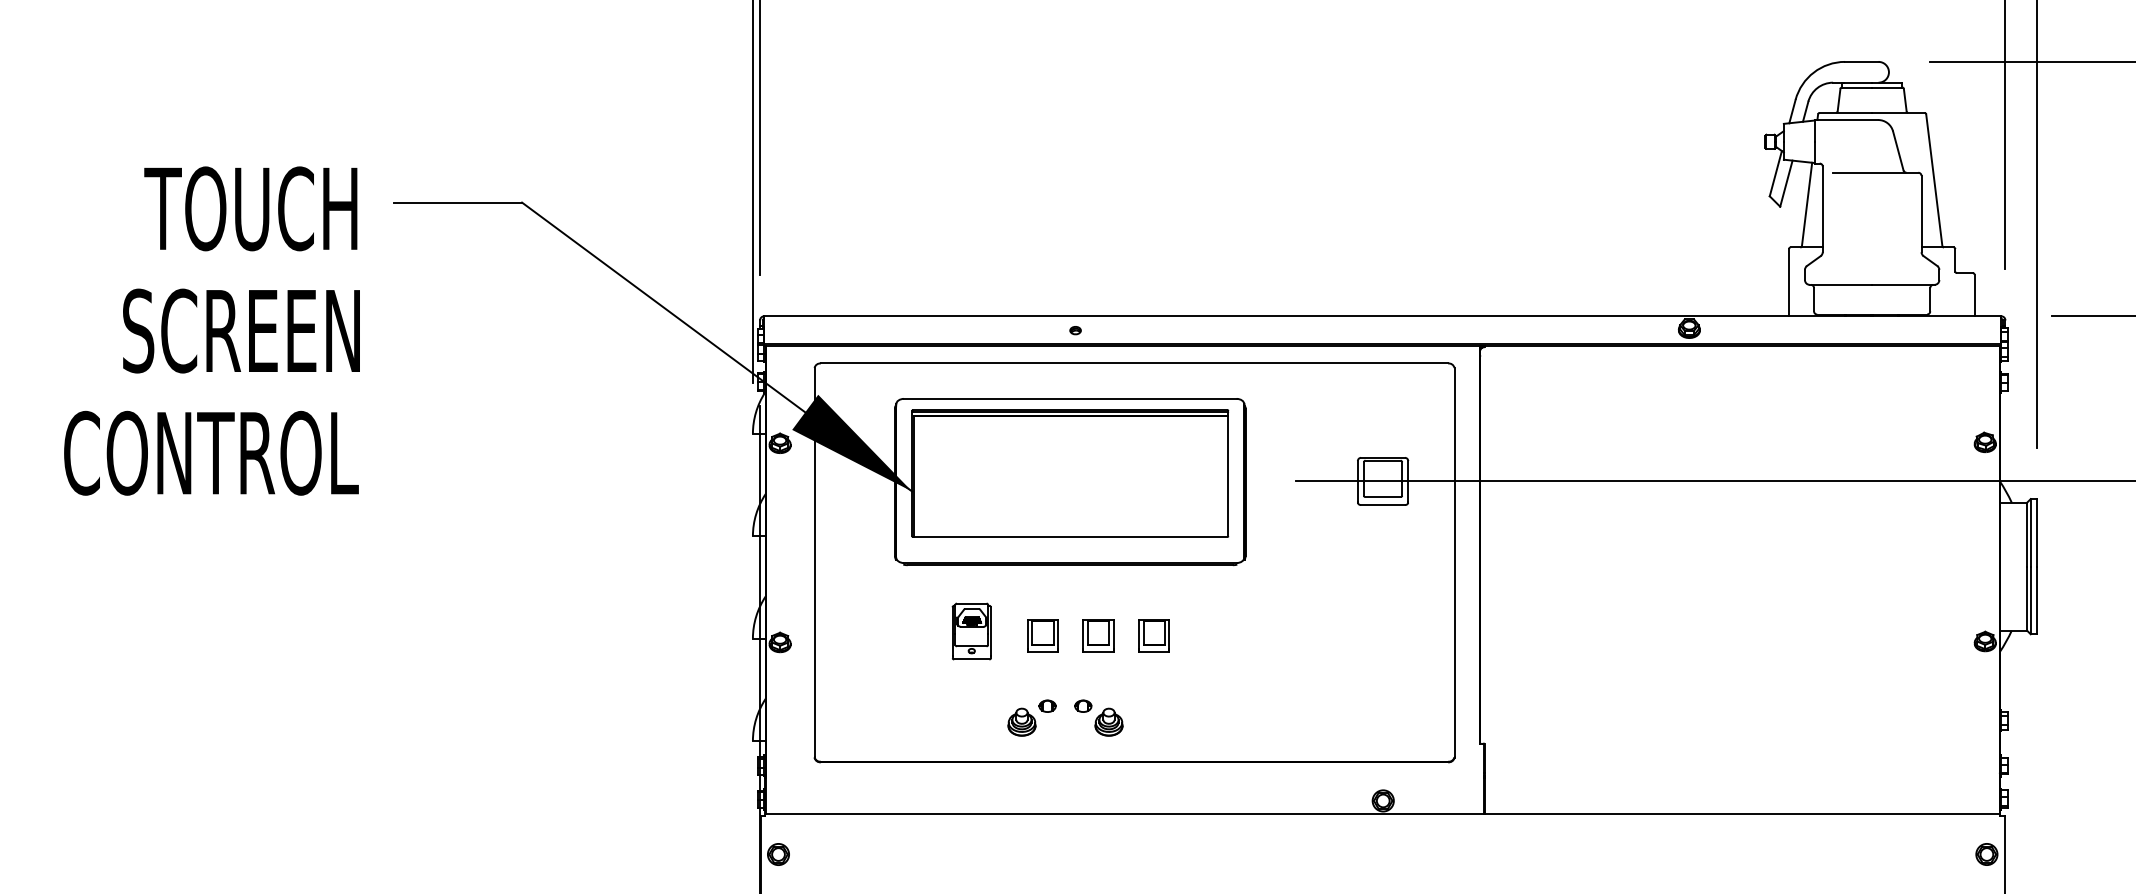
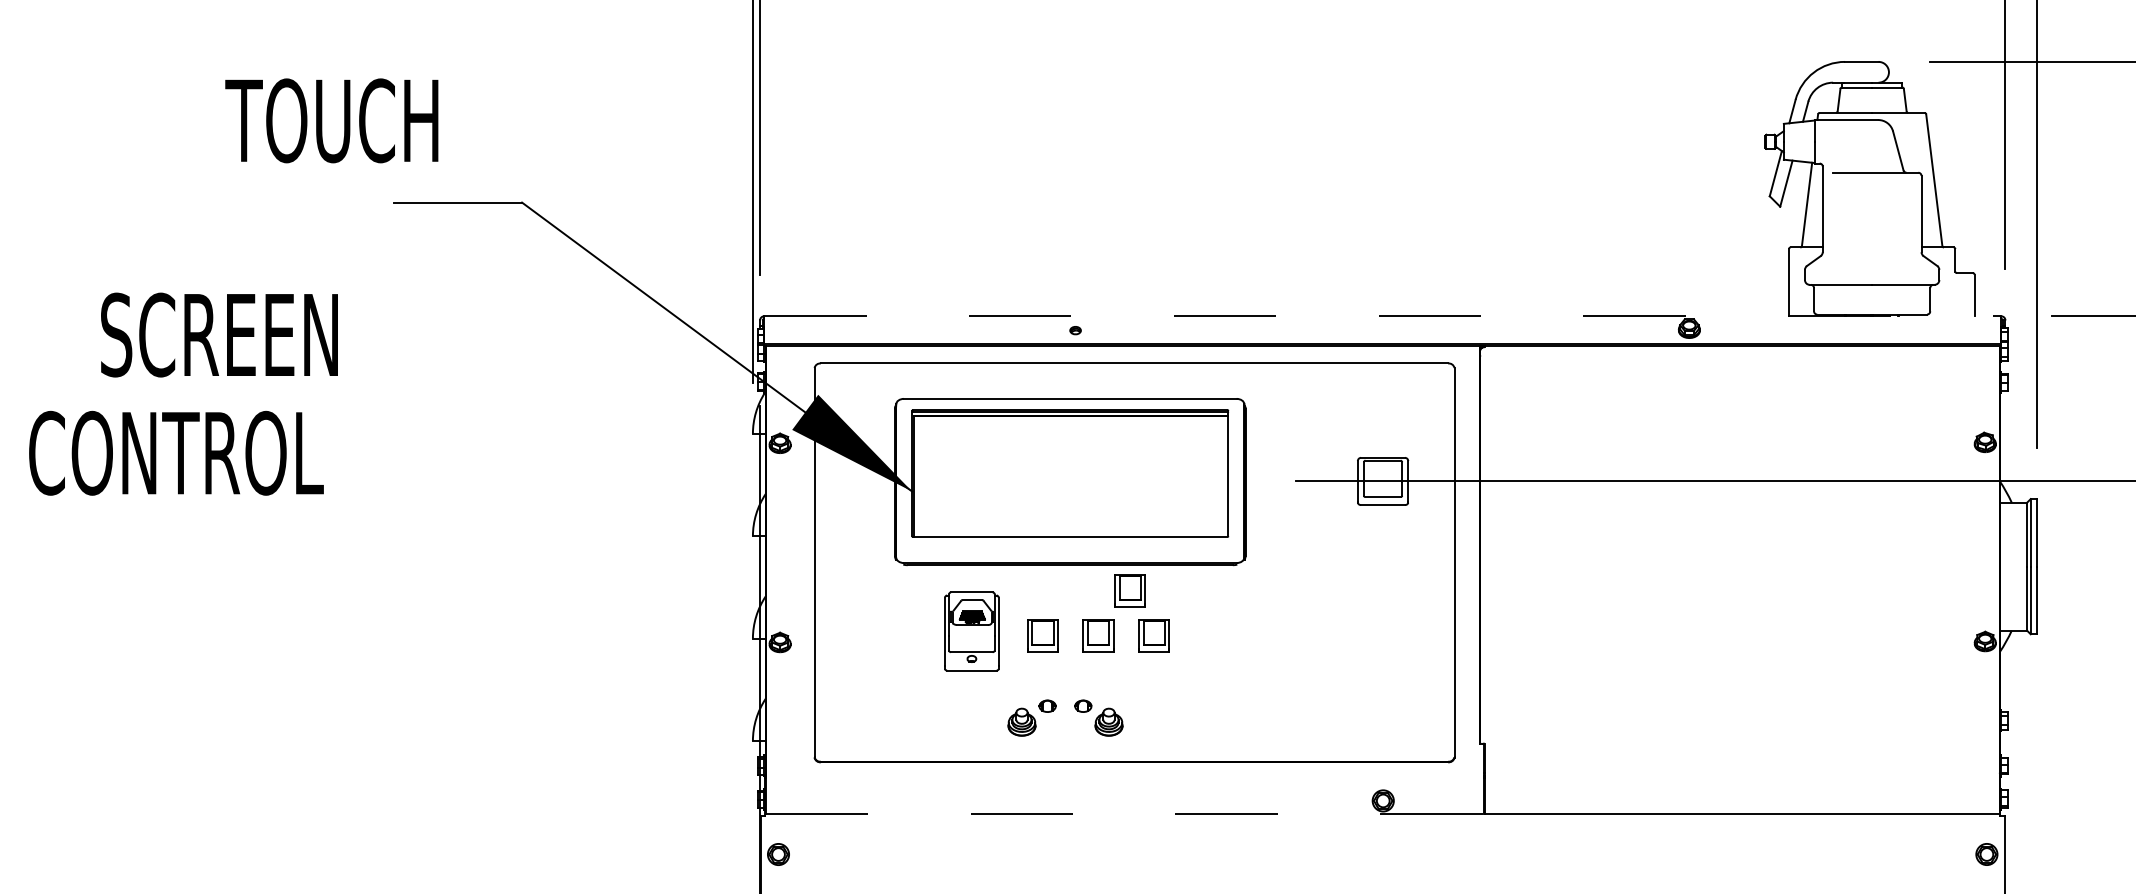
text at (250, 208) position: (250, 208) -> (331, 120)
line at (1383, 316): solid -> dashed
text at (241, 330) position: (241, 330) -> (219, 334)
text at (211, 452) position: (211, 452) -> (176, 452)
part at (1129, 590): none -> present
part at (971, 631) size: 41x59 px -> 56x81 px
line at (1125, 813): solid -> dashed
